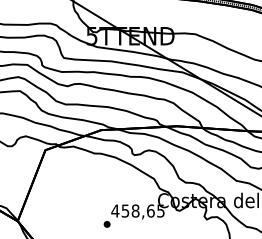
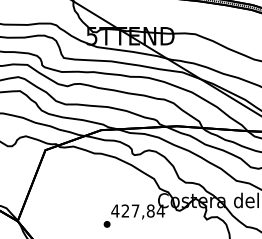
text at (143, 210): 458,65 -> 427,84
